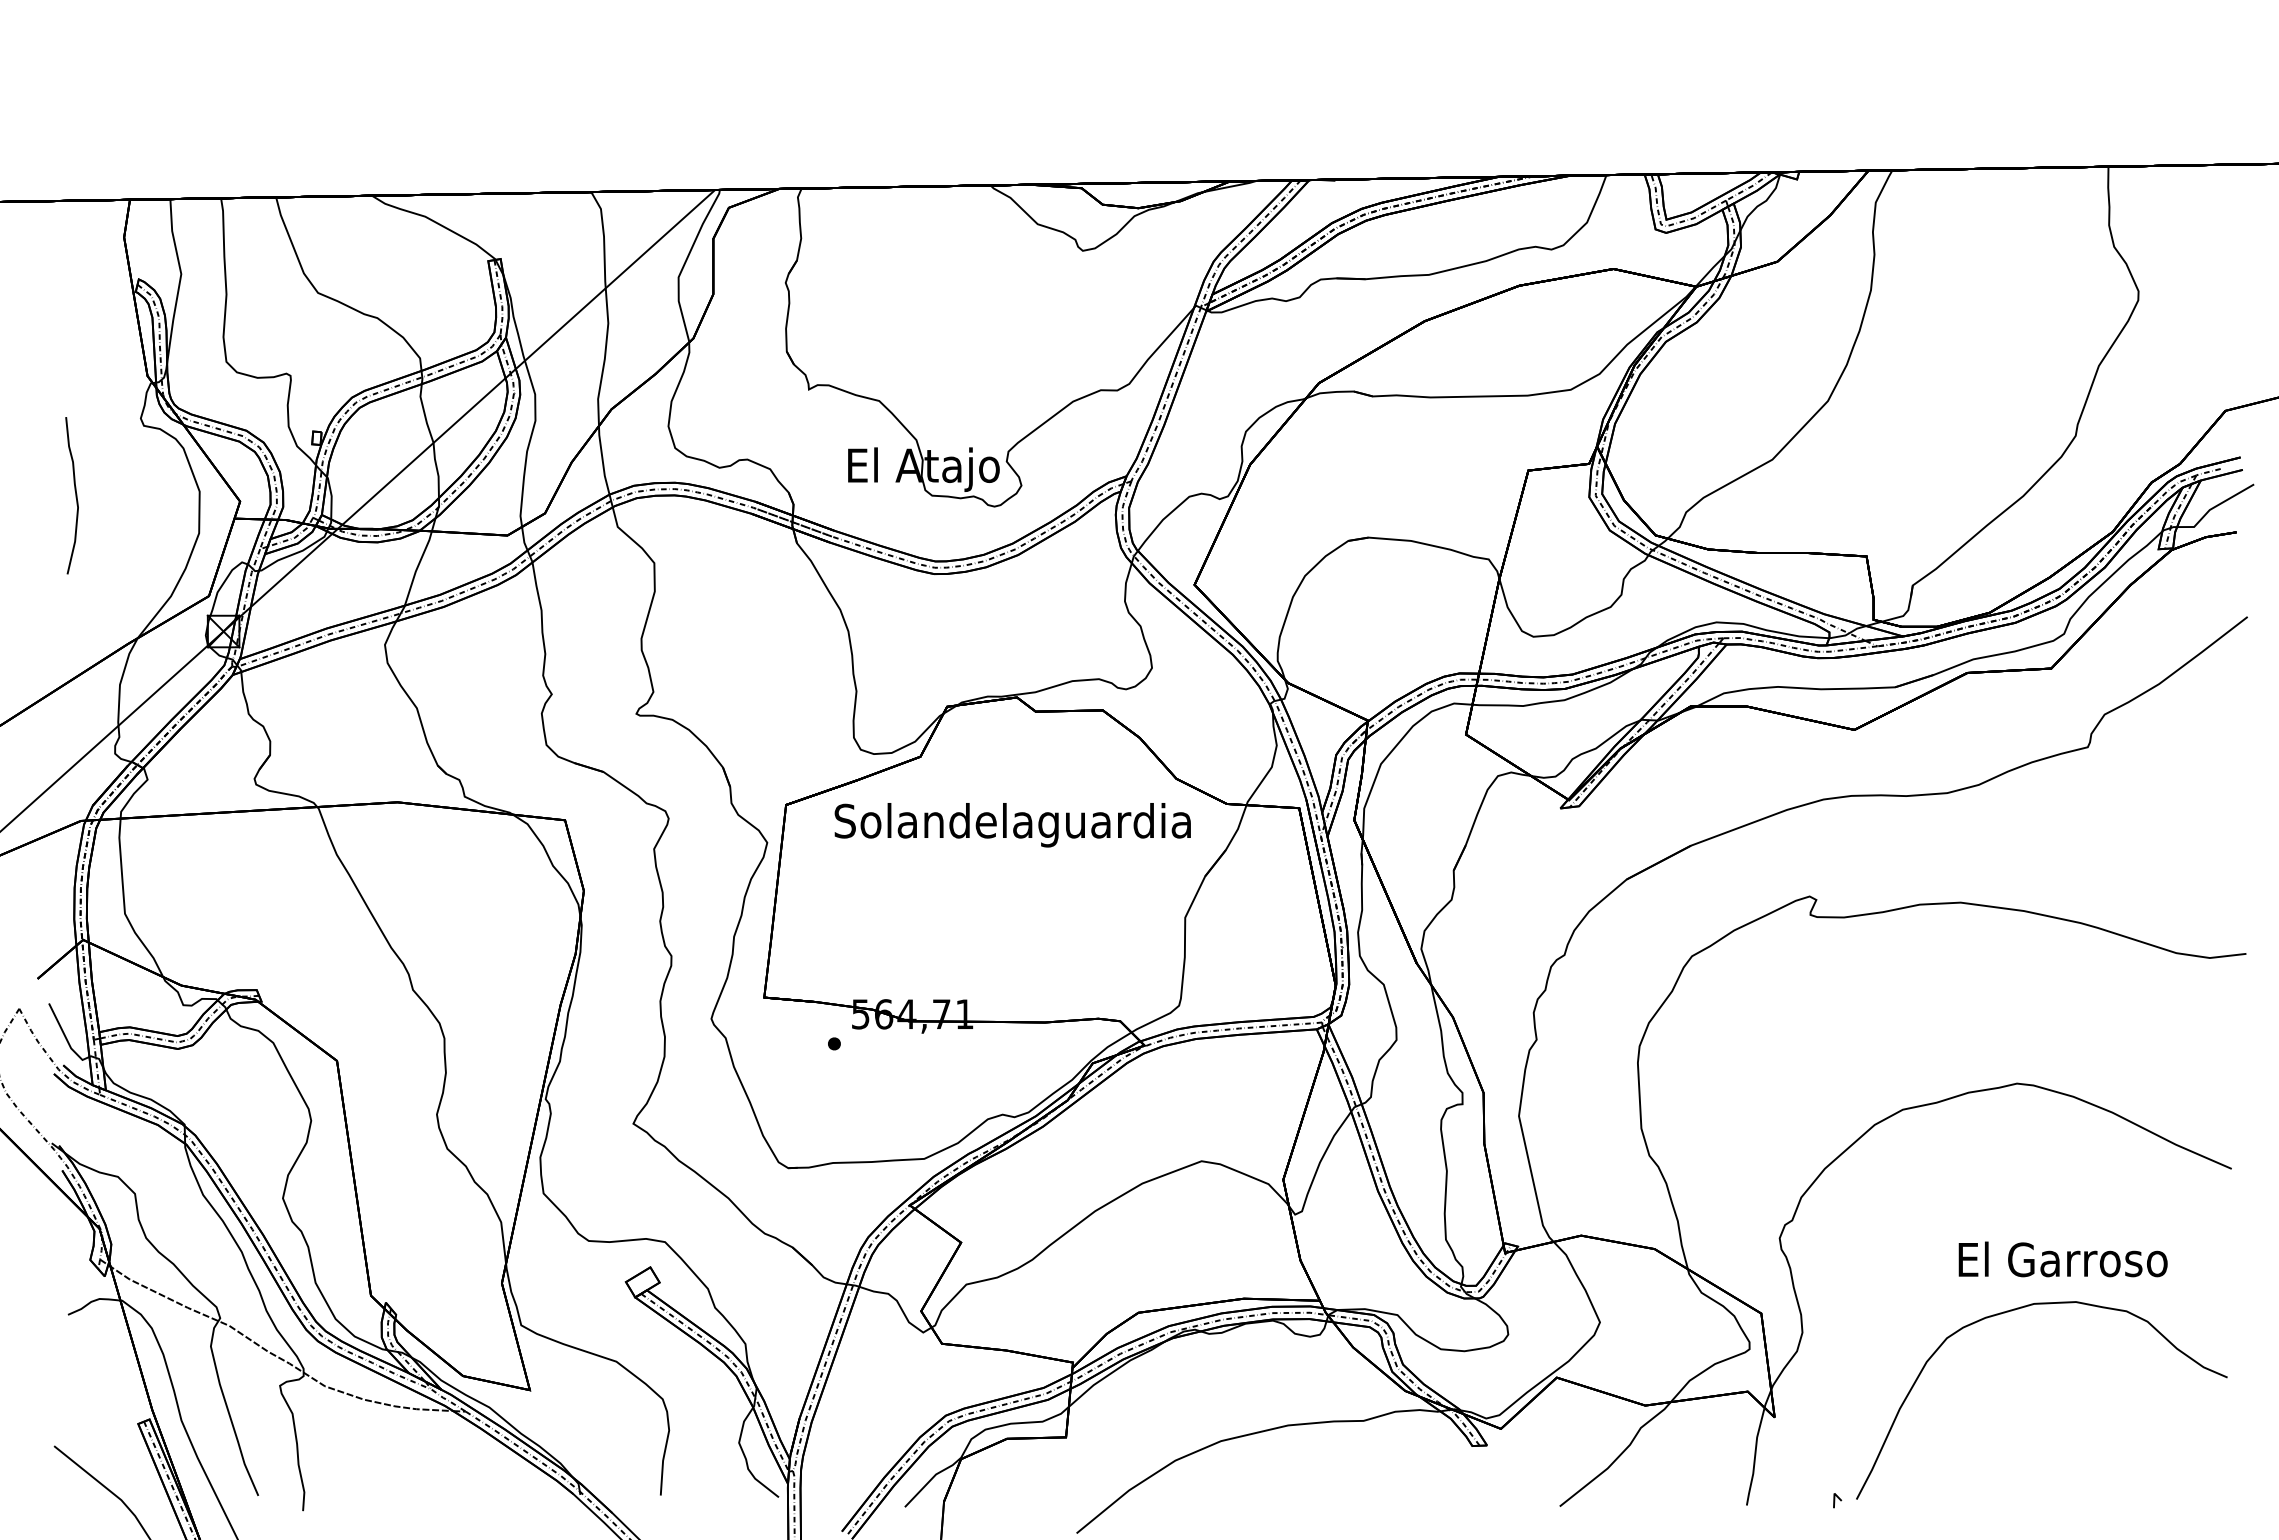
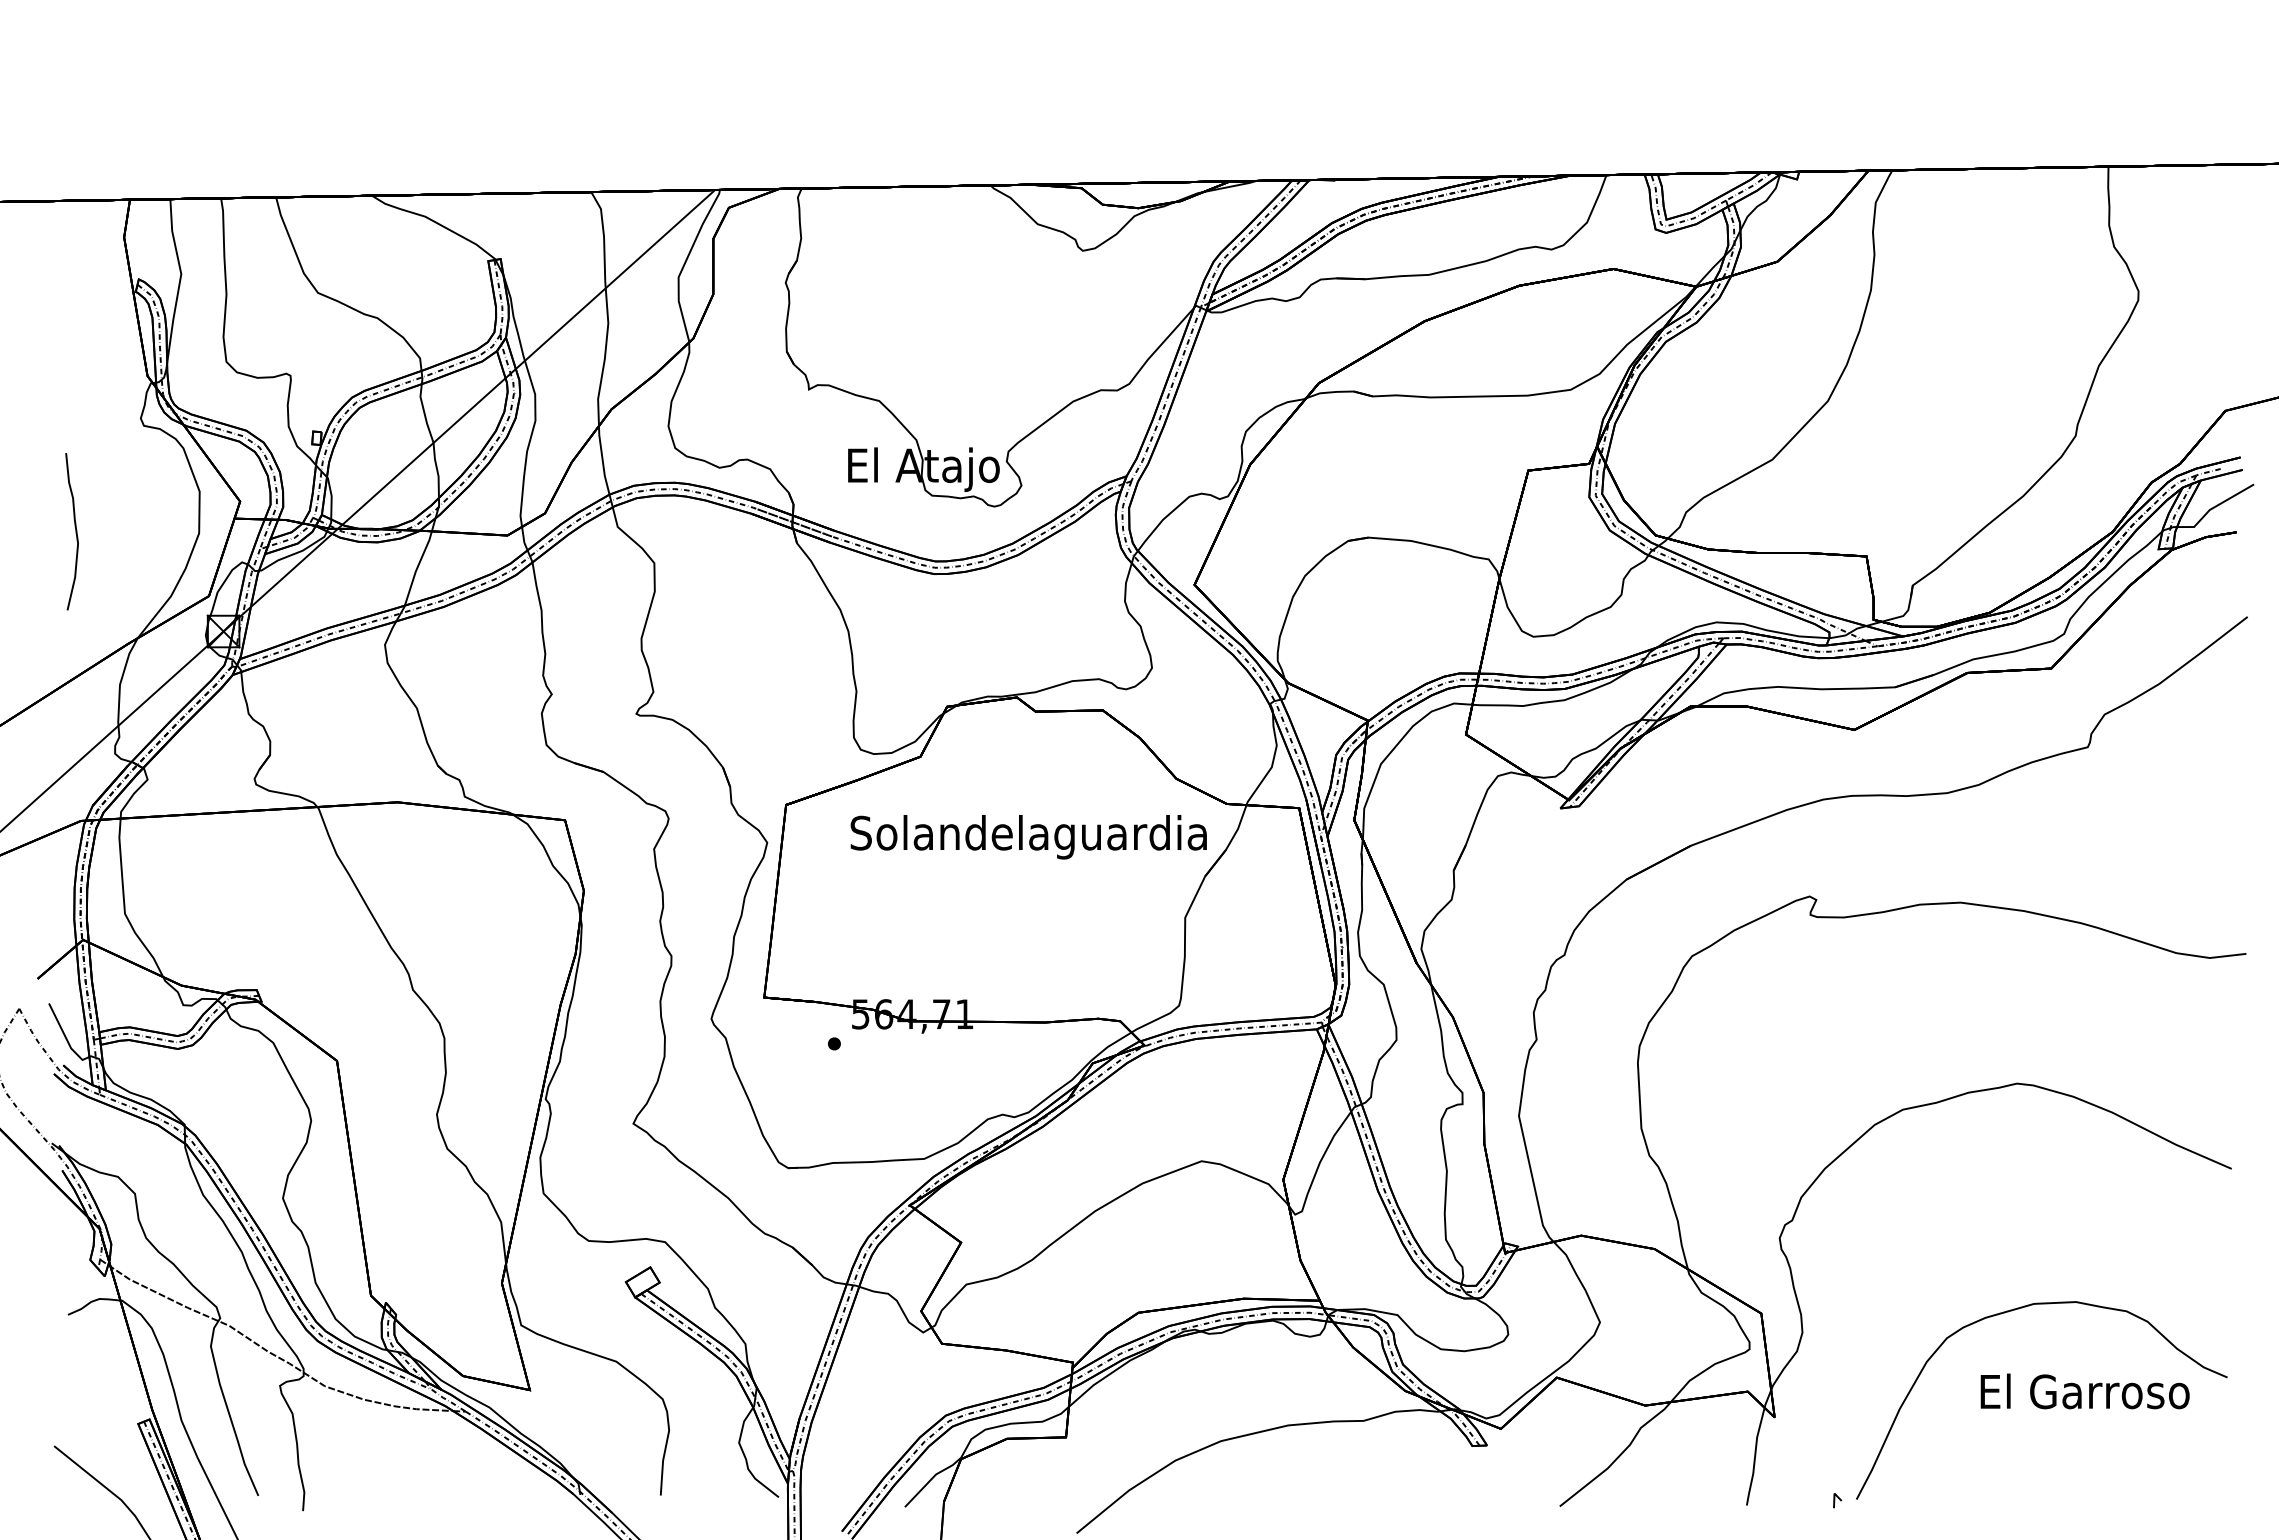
curve at (75, 495) position: (75, 495) -> (75, 531)
text at (1012, 825) position: (1012, 825) -> (1028, 837)
text at (2062, 1259) position: (2062, 1259) -> (2084, 1391)
